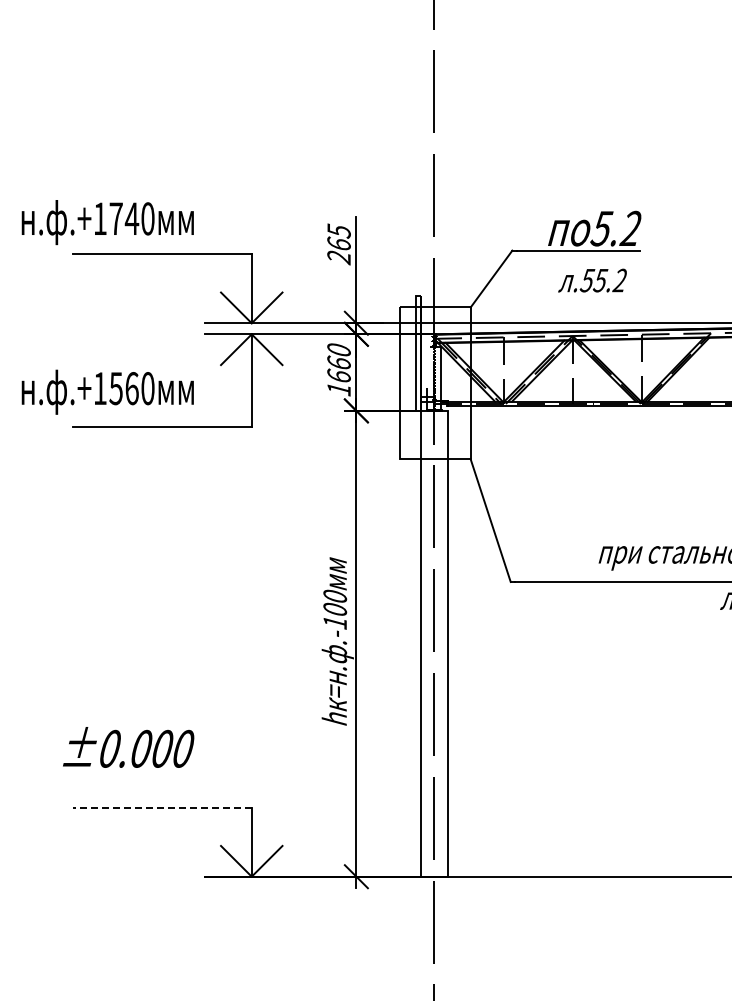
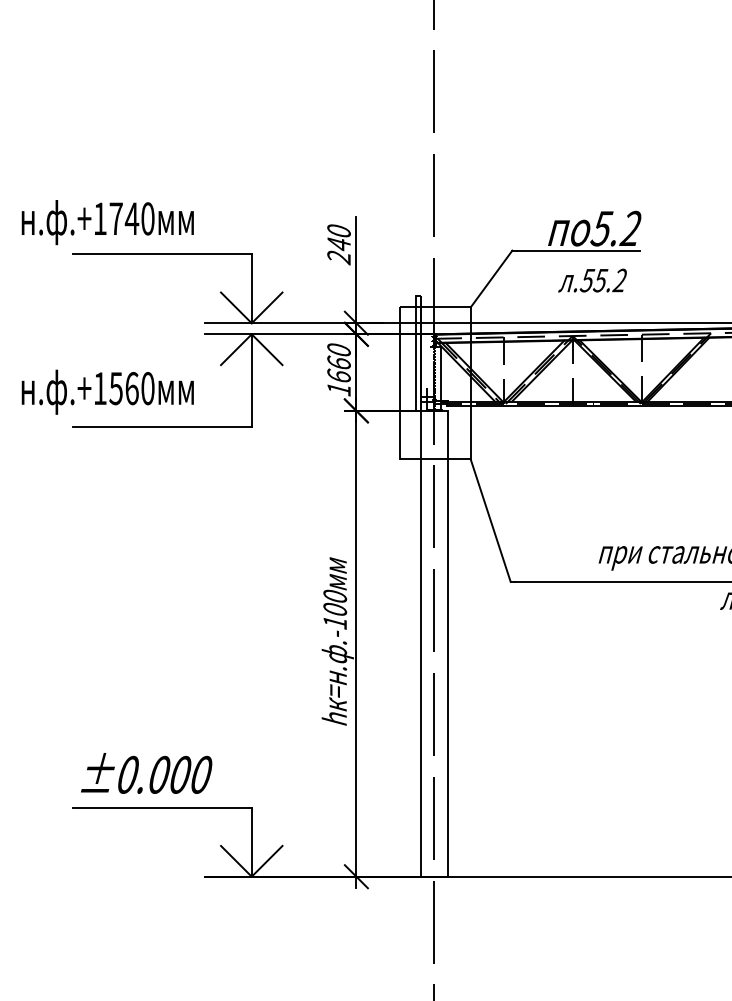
text at (338, 237): 265 -> 240
text at (128, 747) position: (128, 747) -> (146, 773)
line at (162, 807): dashed -> solid
